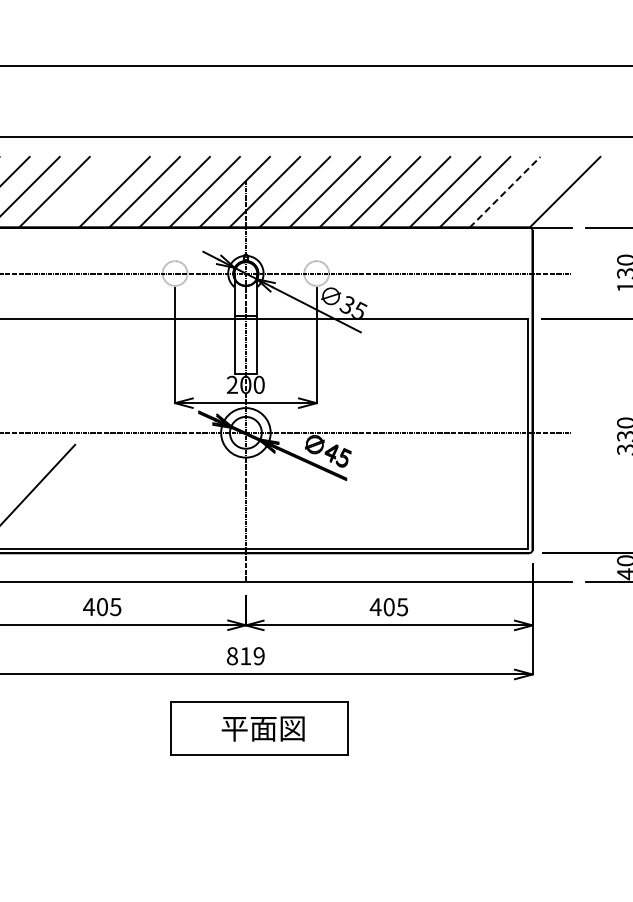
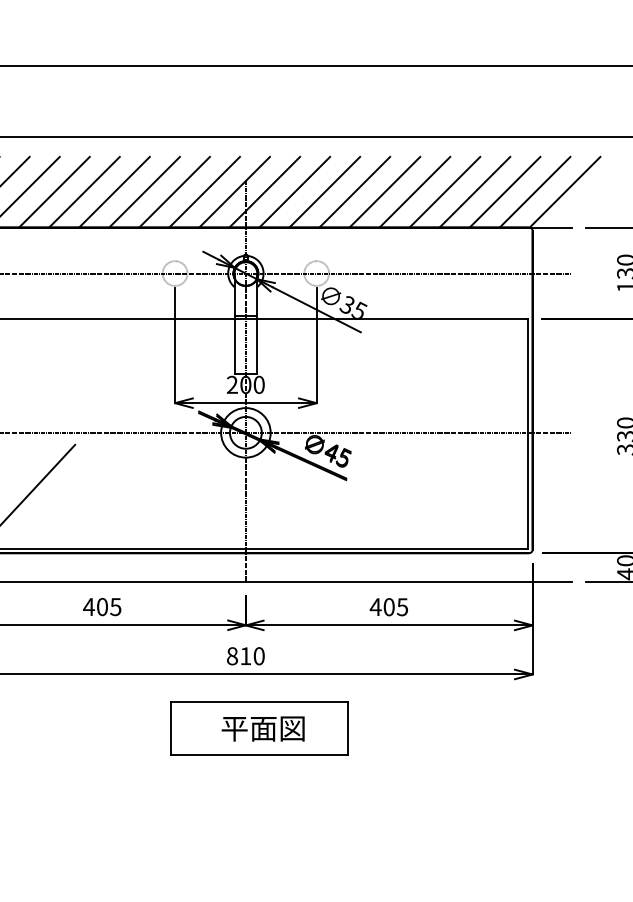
line at (84, 191): none -> present
line at (505, 191): dashed -> solid
line at (534, 191): none -> present
text at (258, 656): 819 -> 810
